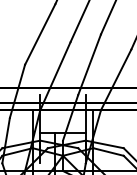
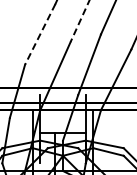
line at (80, 21): solid -> dashed
line at (40, 34): solid -> dashed
